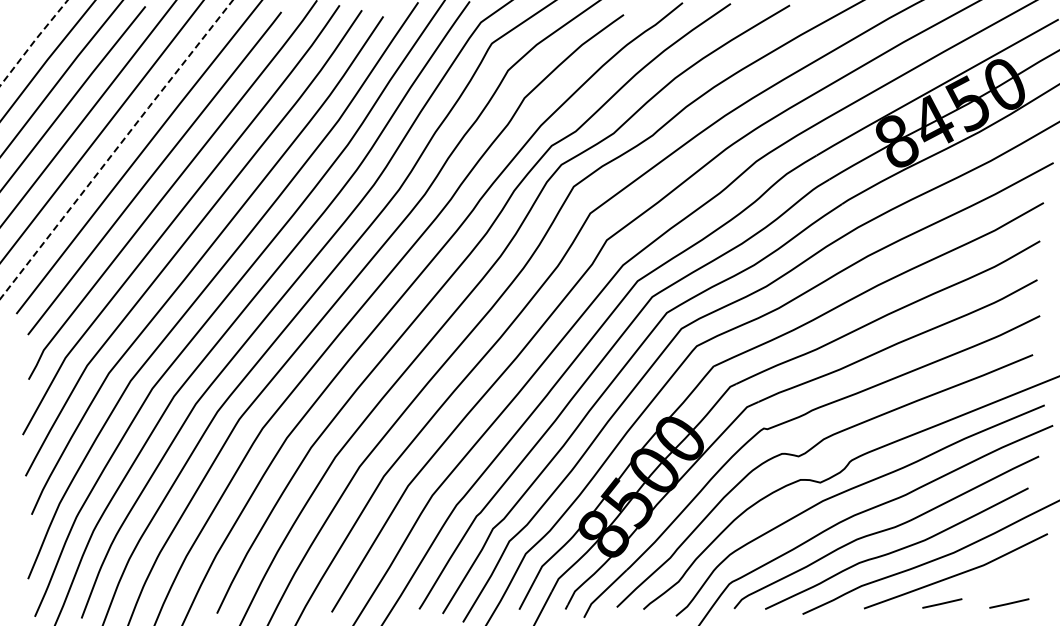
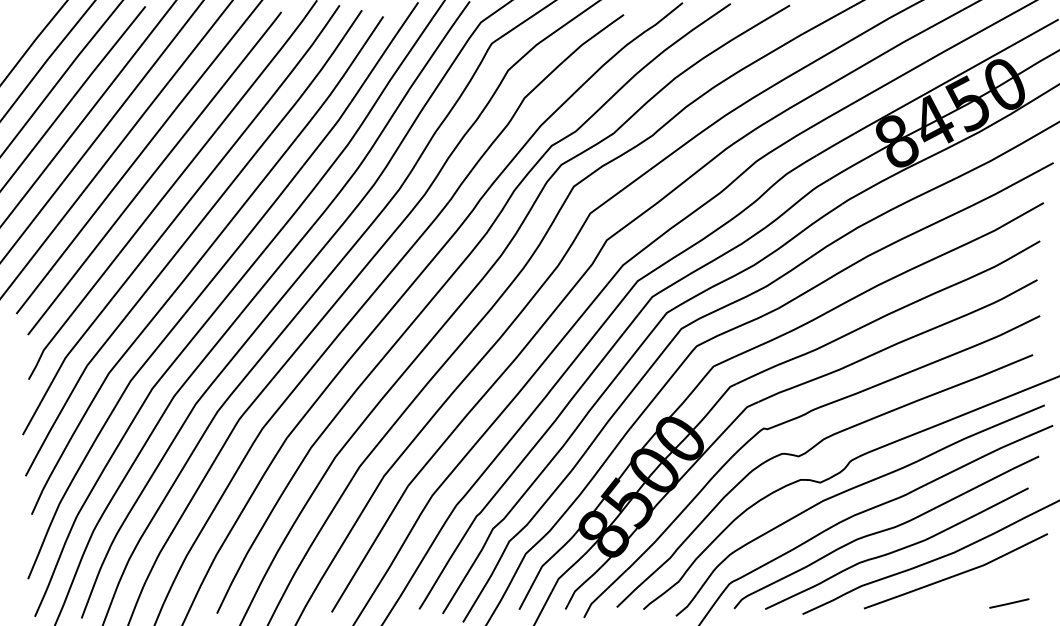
line at (33, 42): dashed -> solid
line at (116, 149): dashed -> solid
line at (942, 603): present -> none
